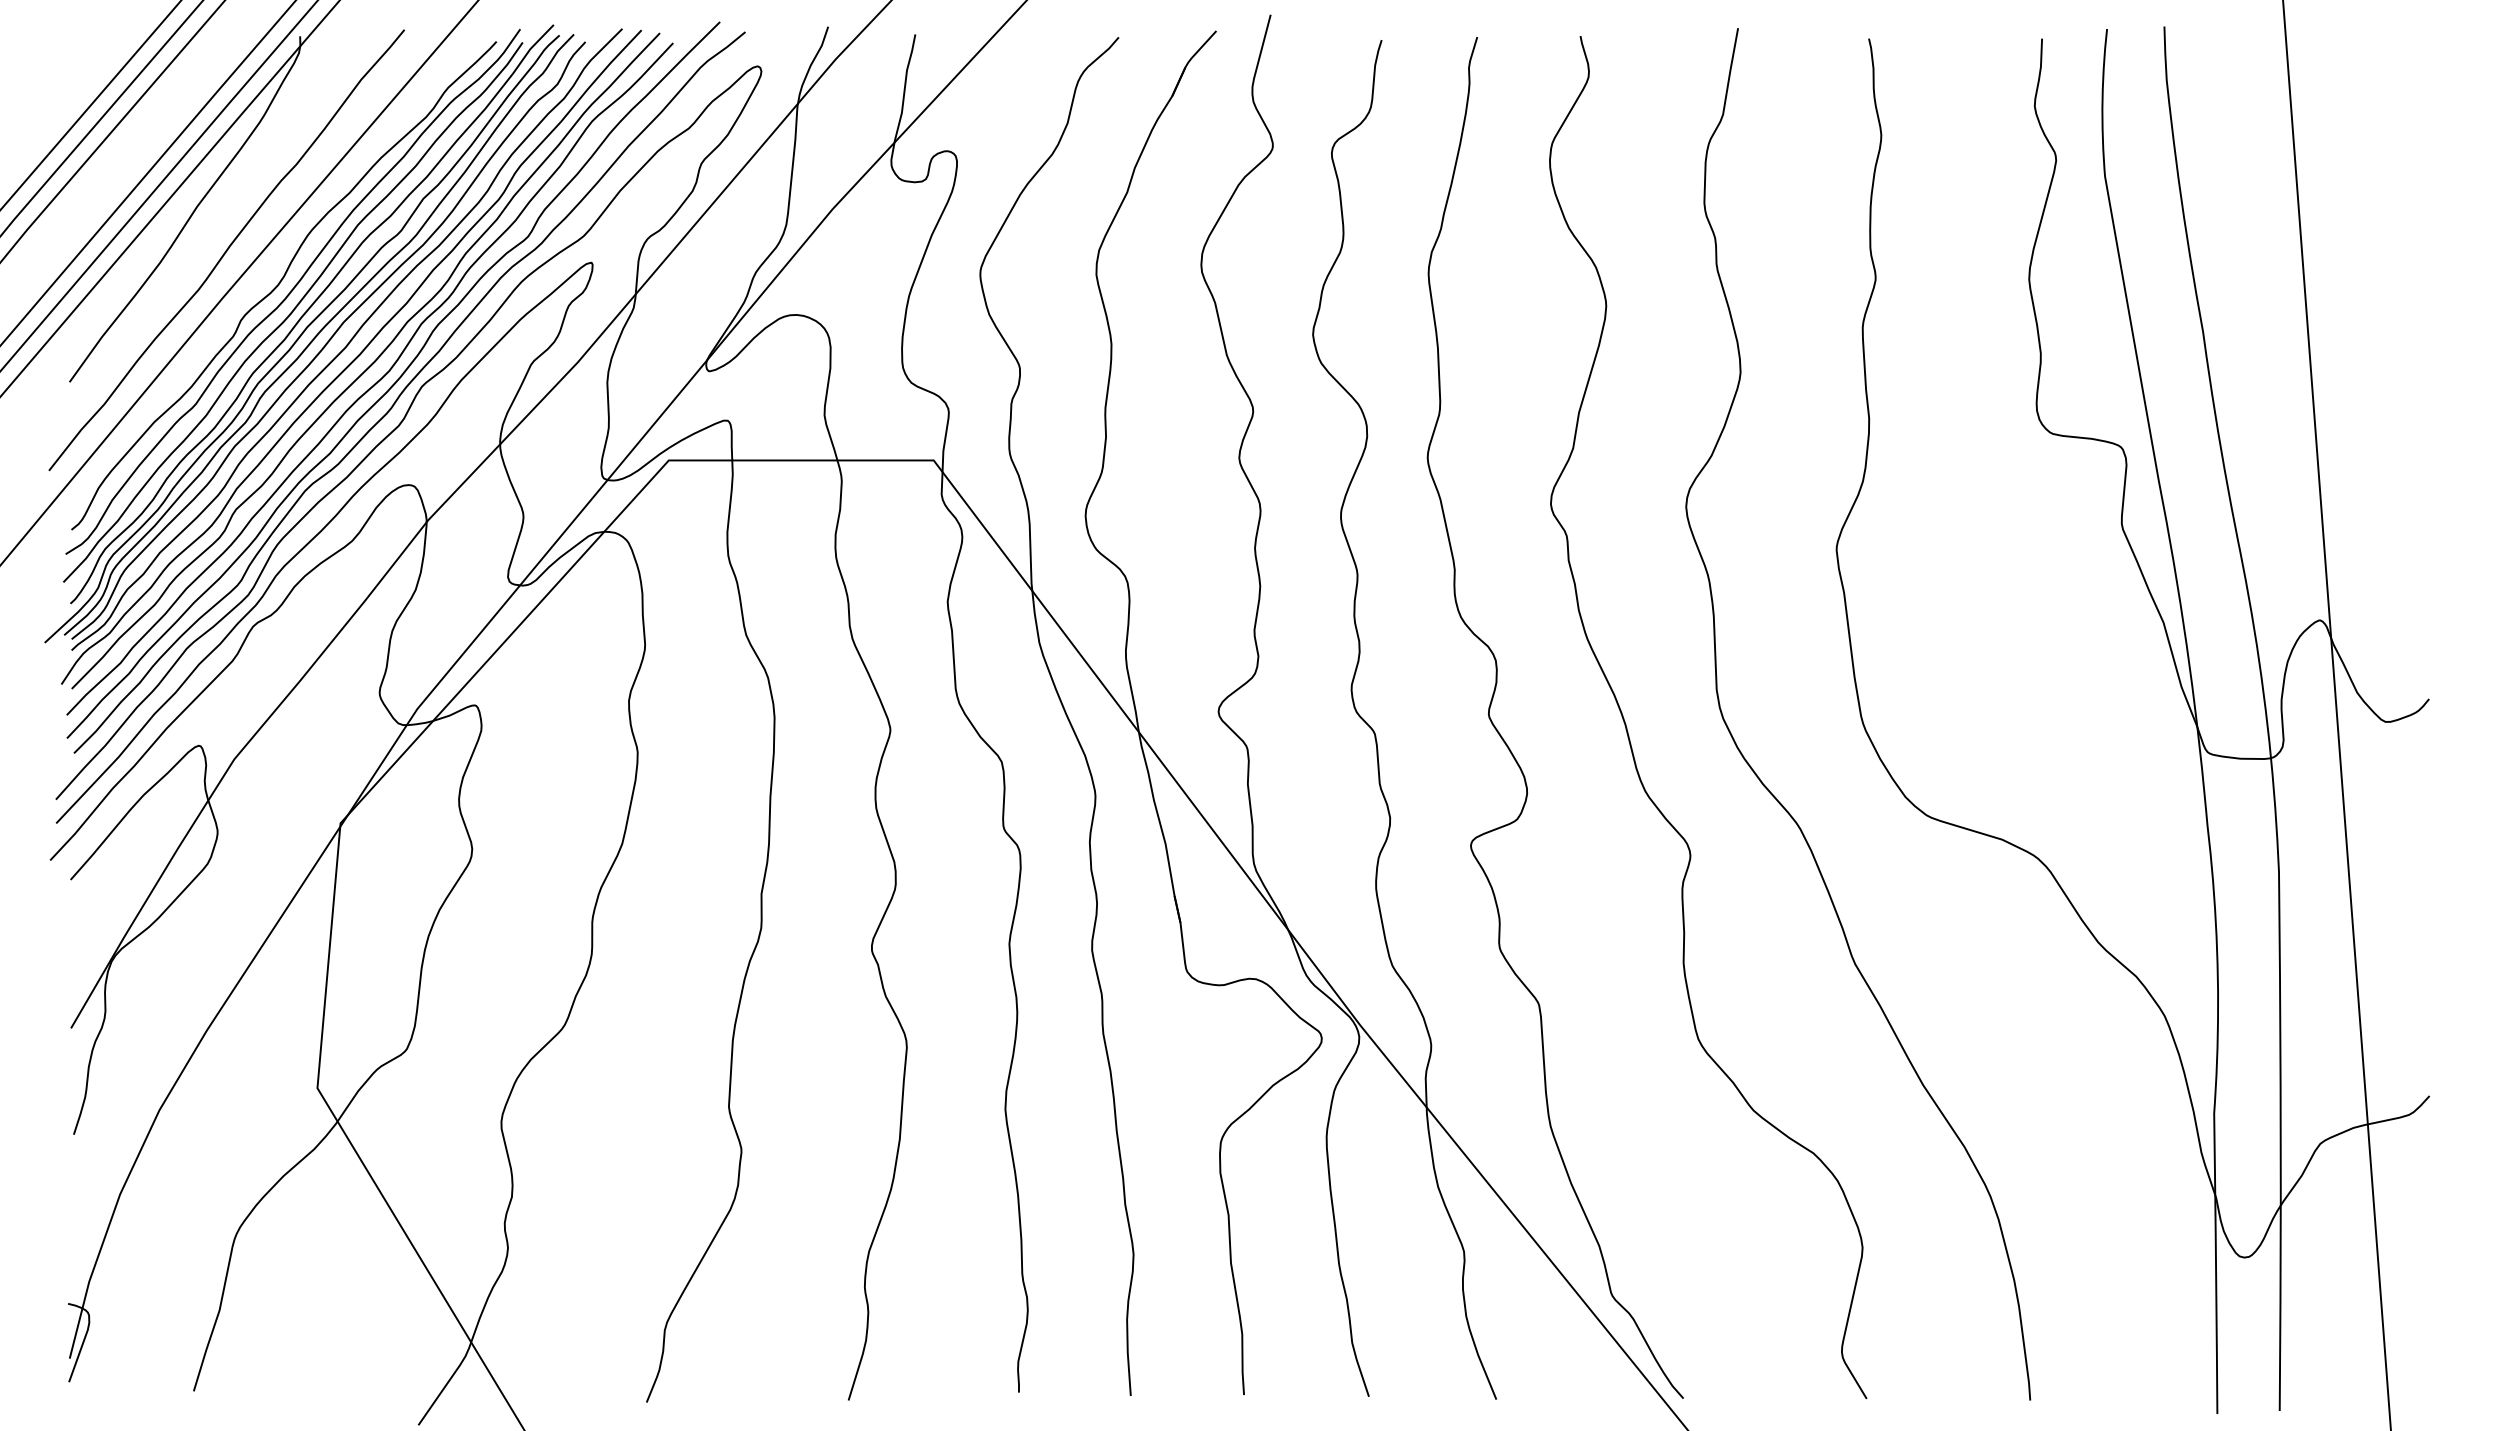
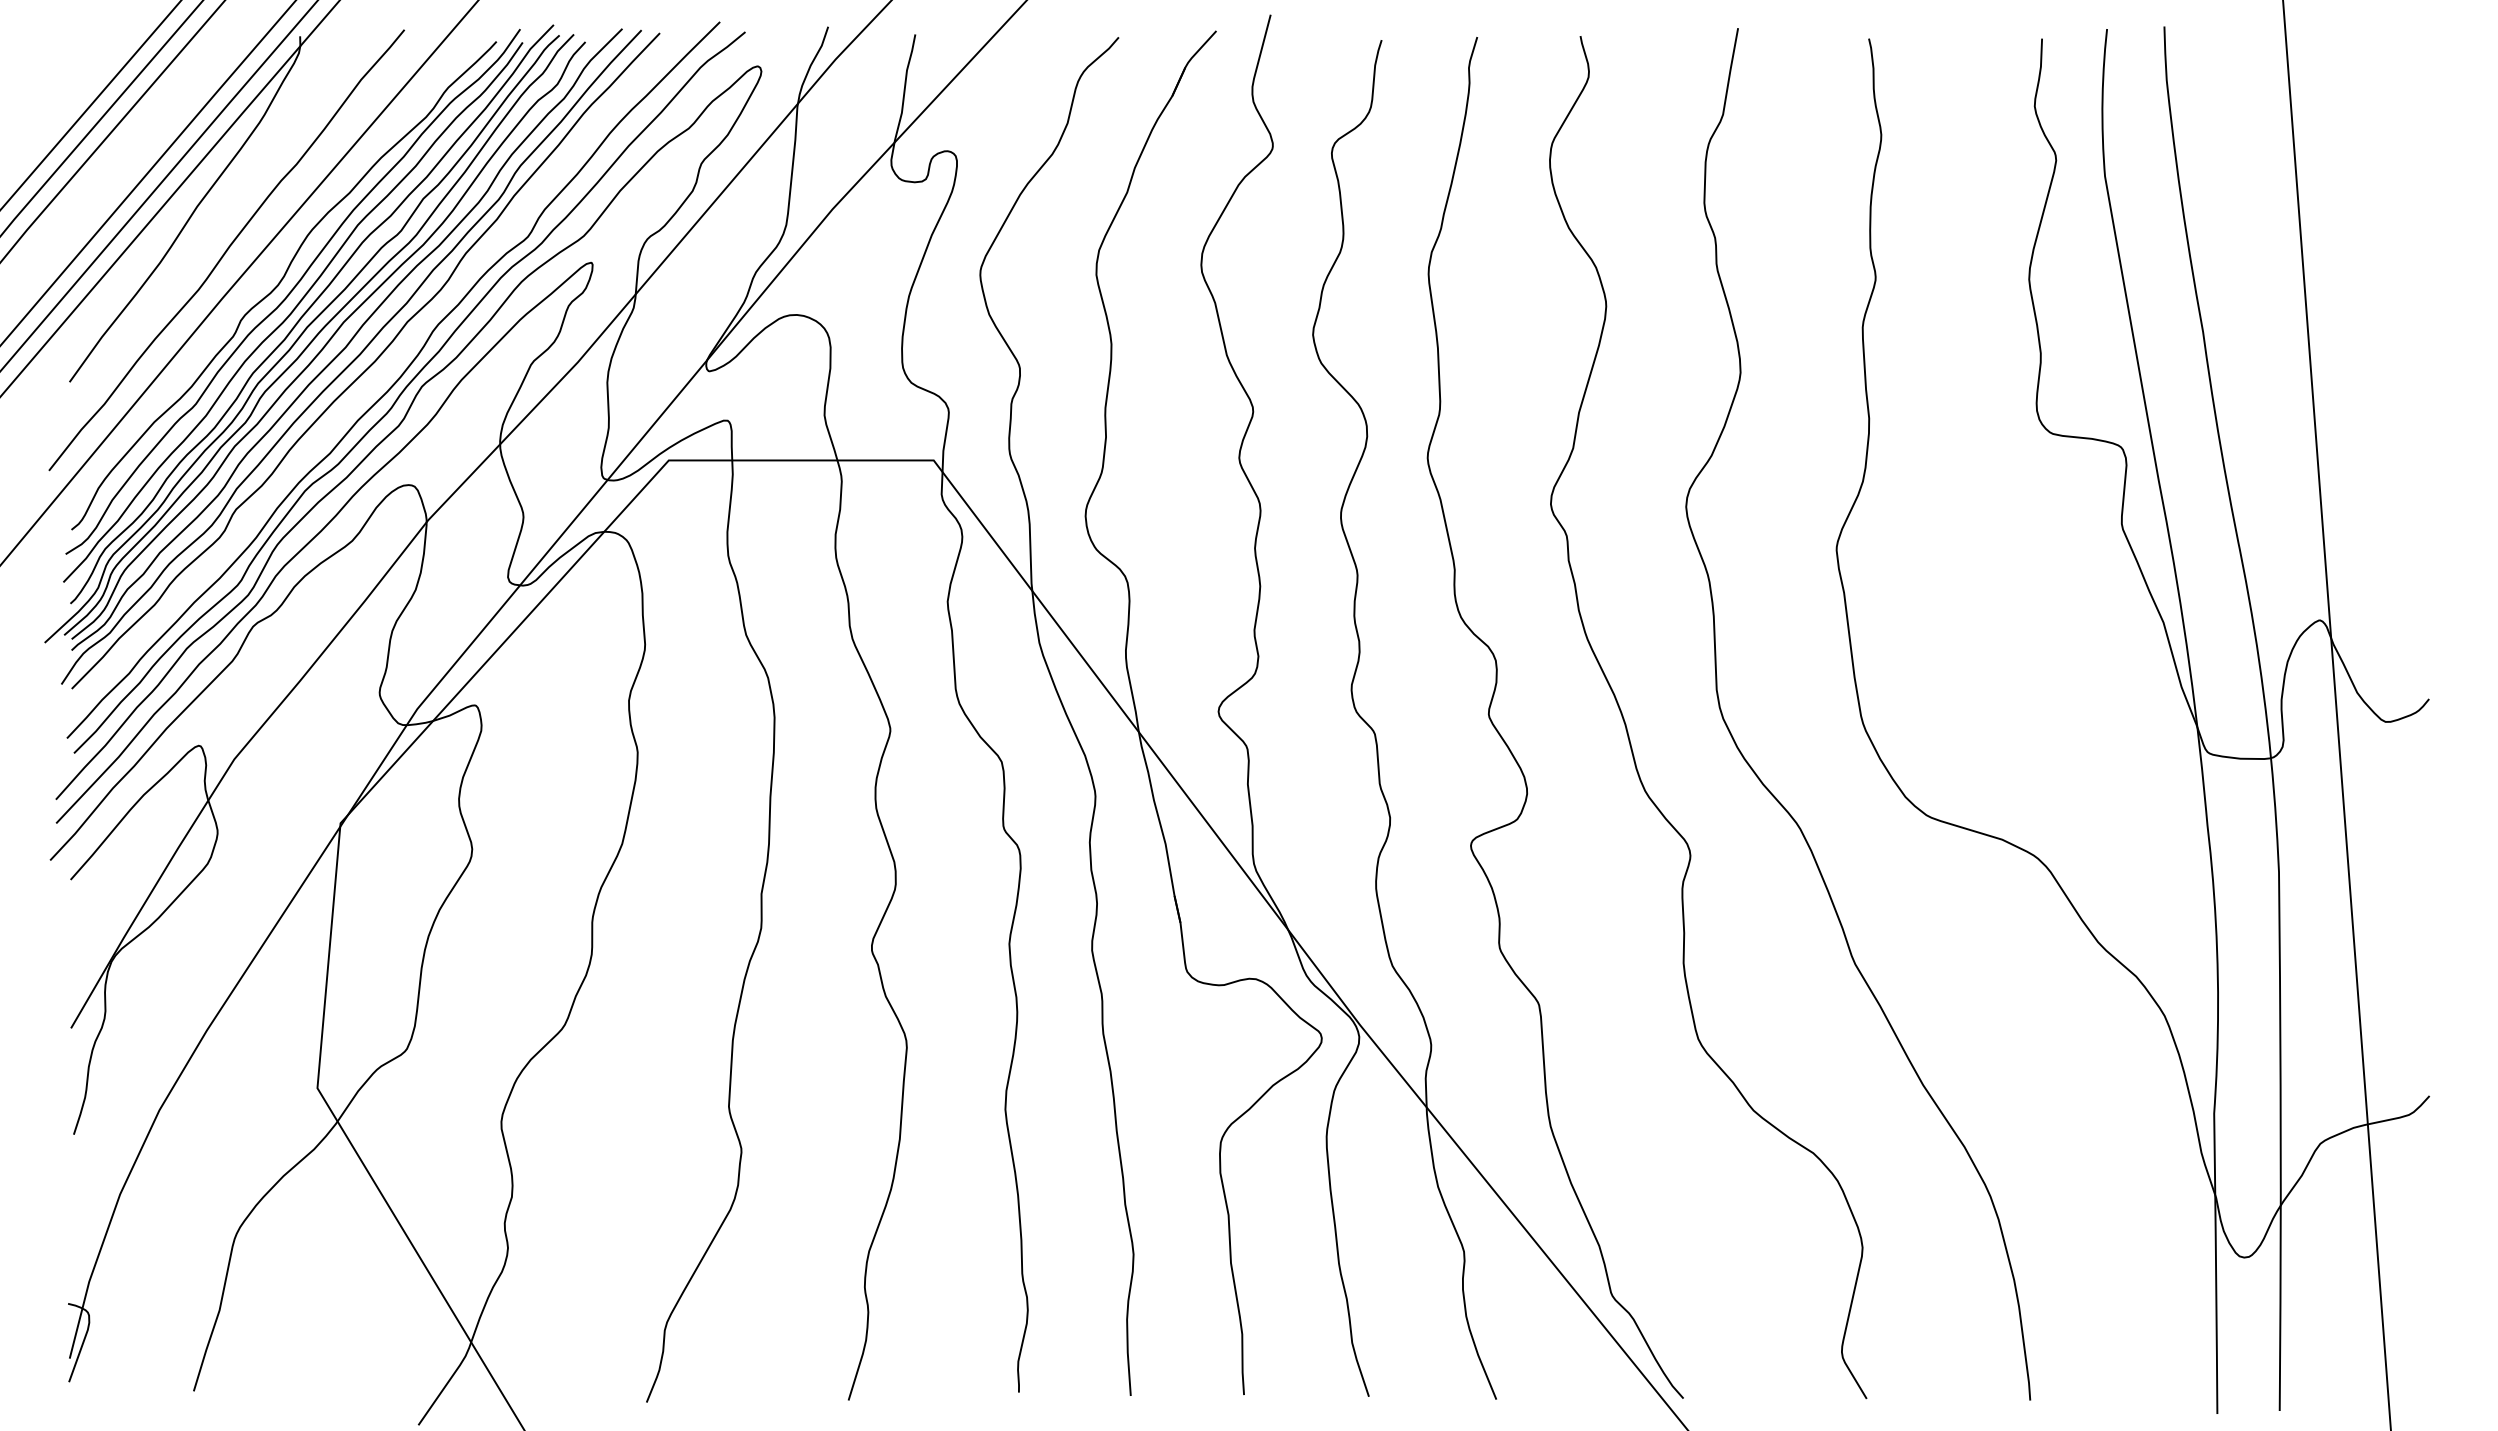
curve at (374, 383): present -> none
